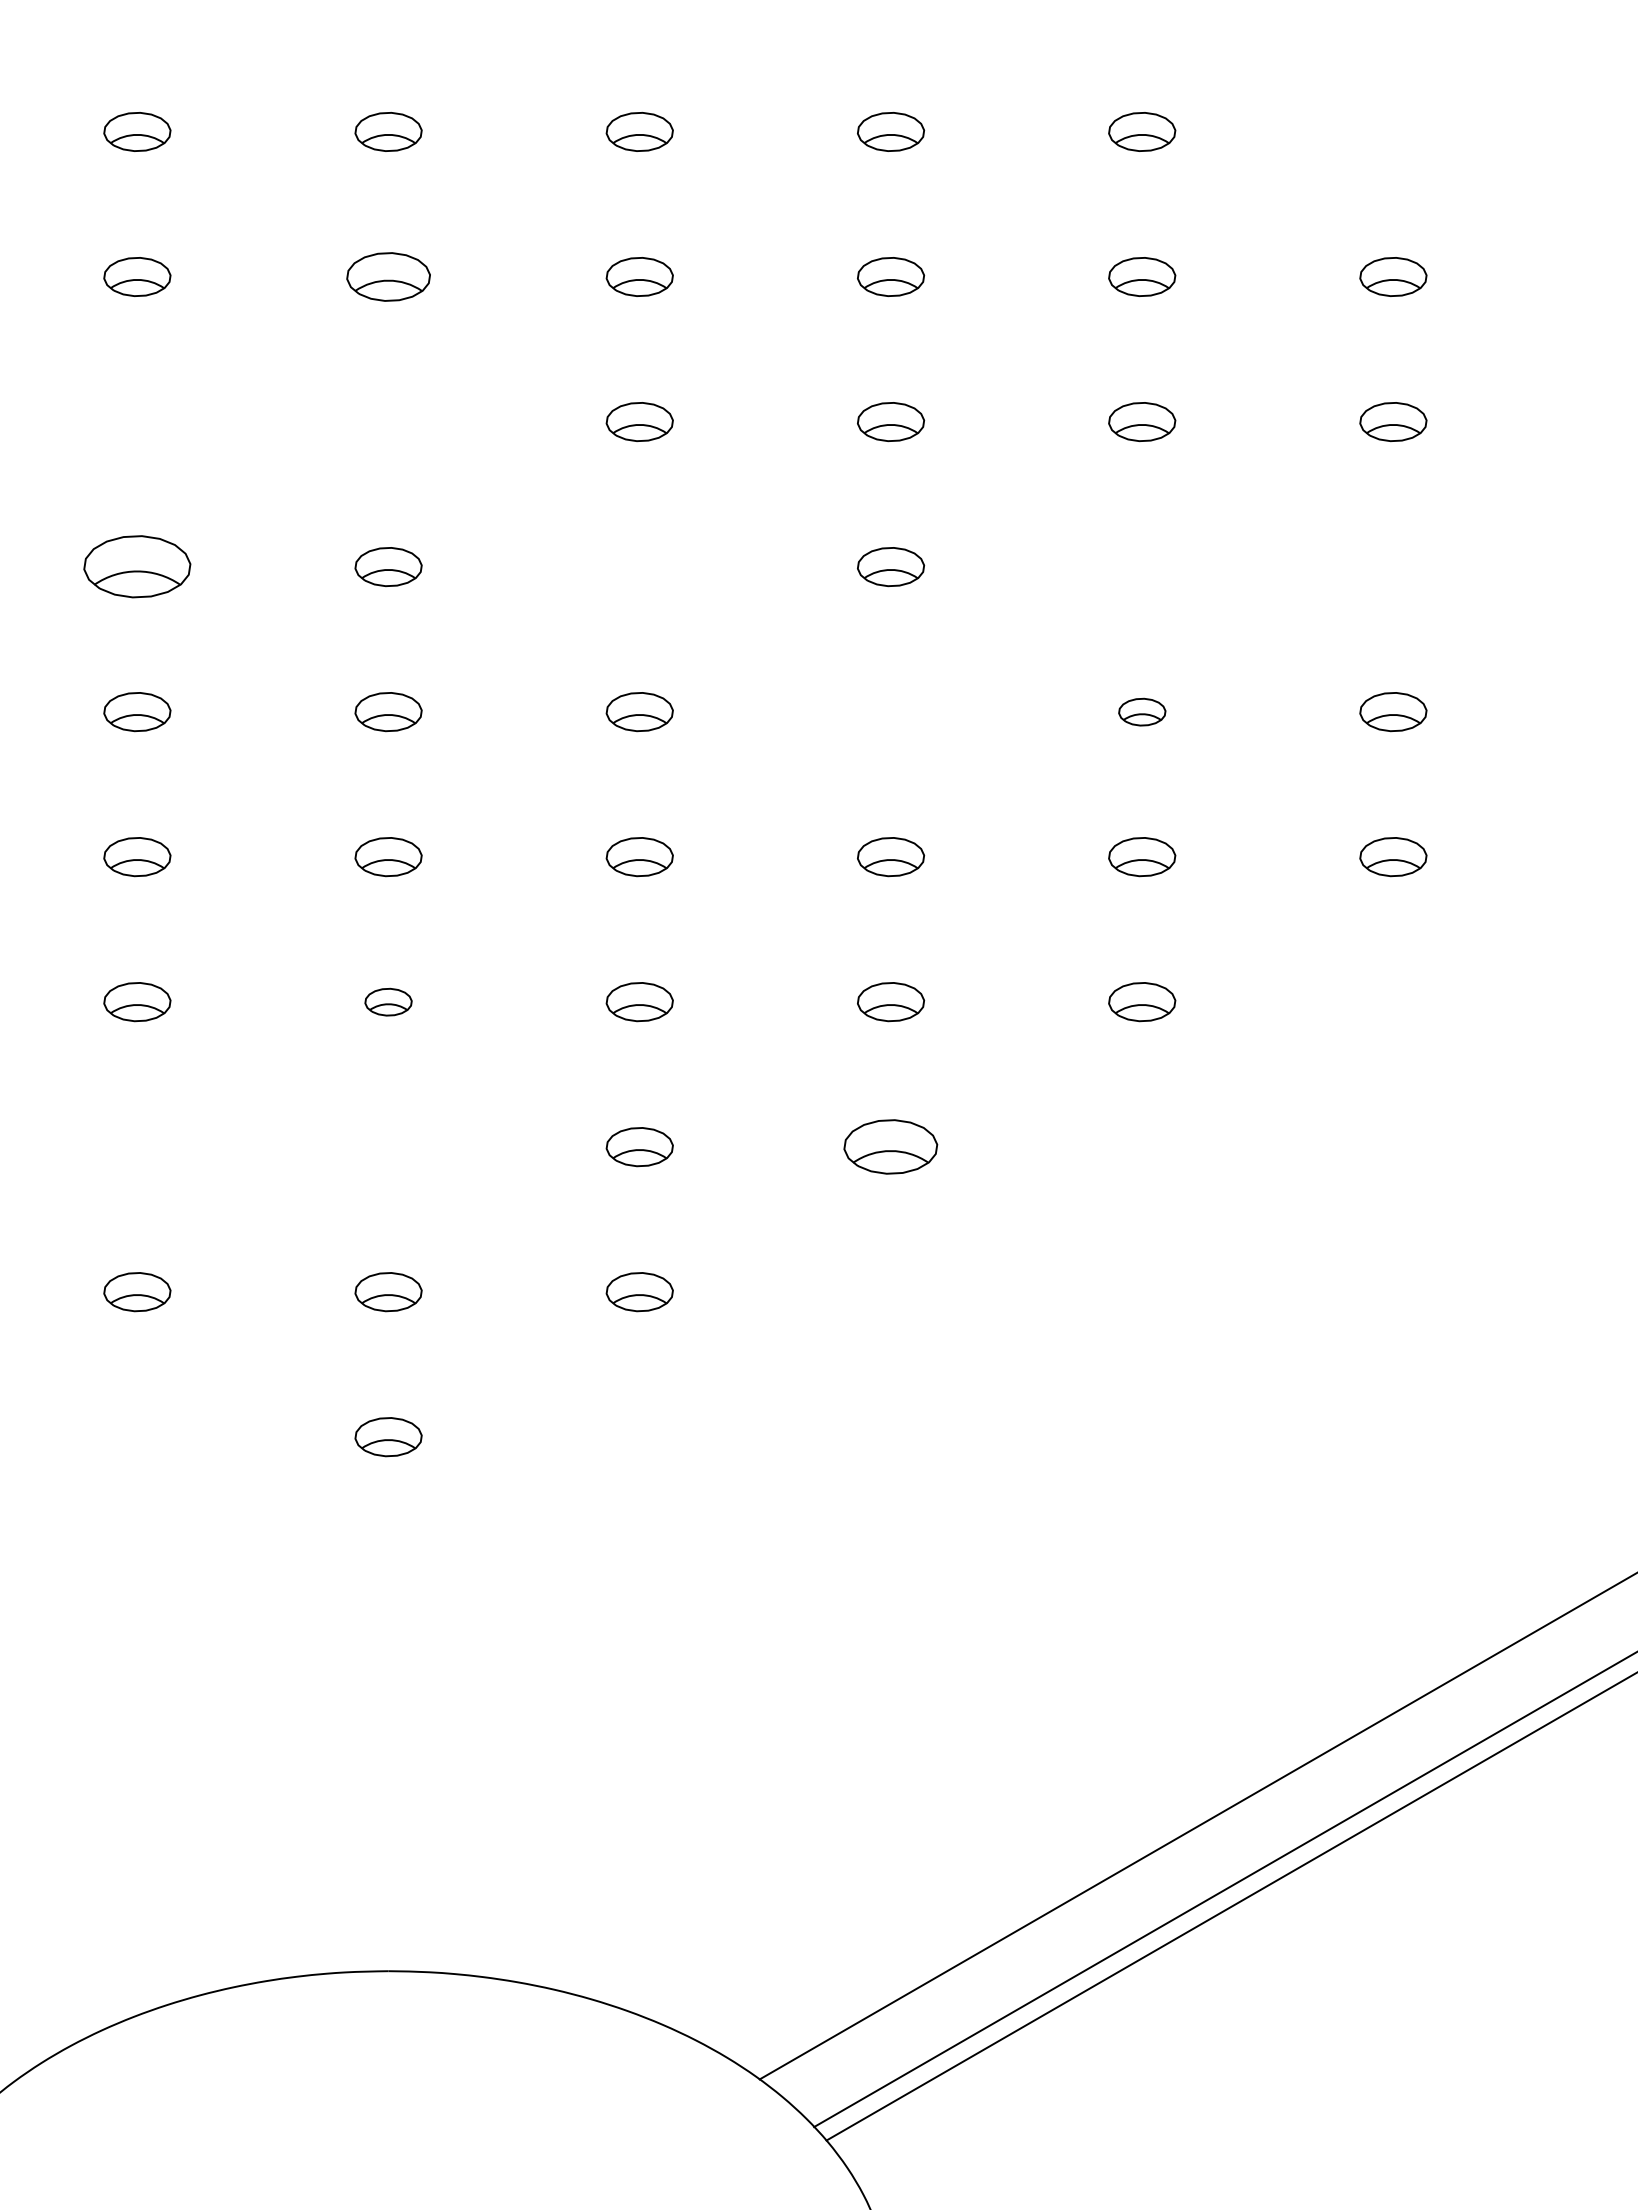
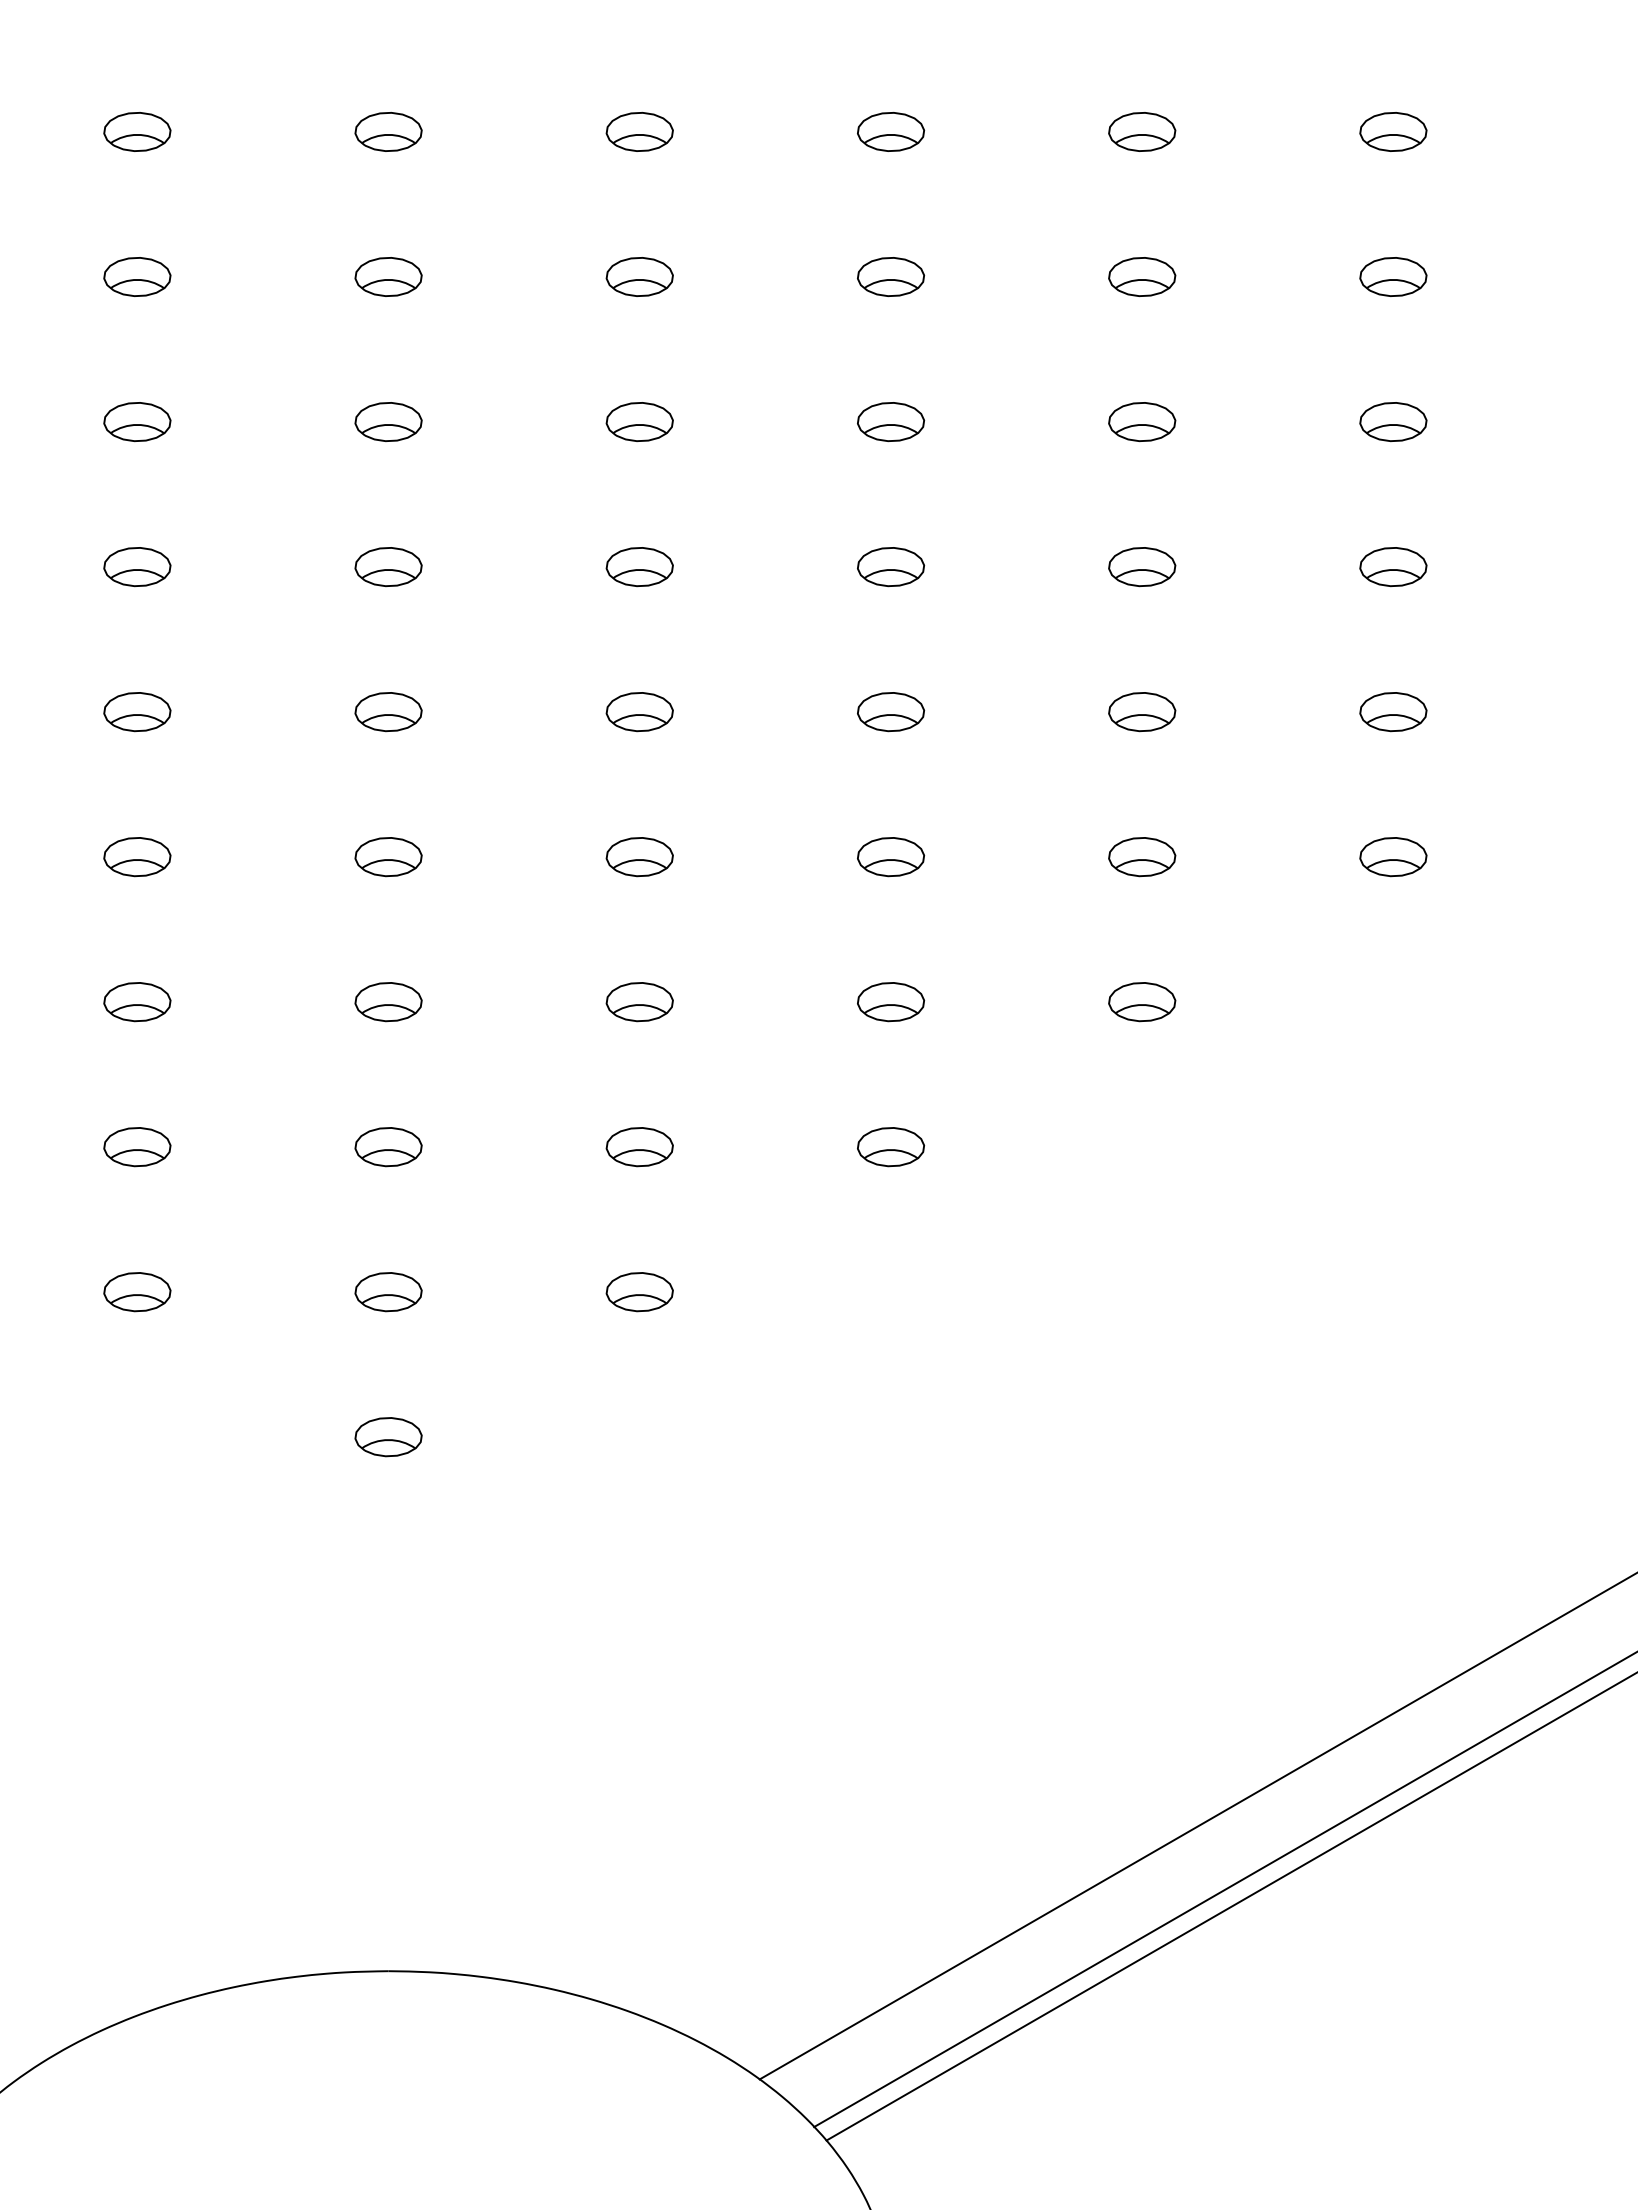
part at (1393, 131): none -> present
part at (388, 276) size: 85x50 px -> 69x40 px
part at (388, 421): none -> present
part at (137, 422): none -> present
part at (137, 566) size: 109x64 px -> 69x41 px
part at (639, 567): none -> present
part at (1142, 567): none -> present
part at (1393, 567): none -> present
part at (1142, 711) size: 49x30 px -> 69x41 px
part at (891, 712): none -> present
part at (388, 1001) size: 49x30 px -> 69x41 px
part at (890, 1146) size: 96x56 px -> 69x41 px
part at (137, 1147): none -> present
part at (388, 1147): none -> present
